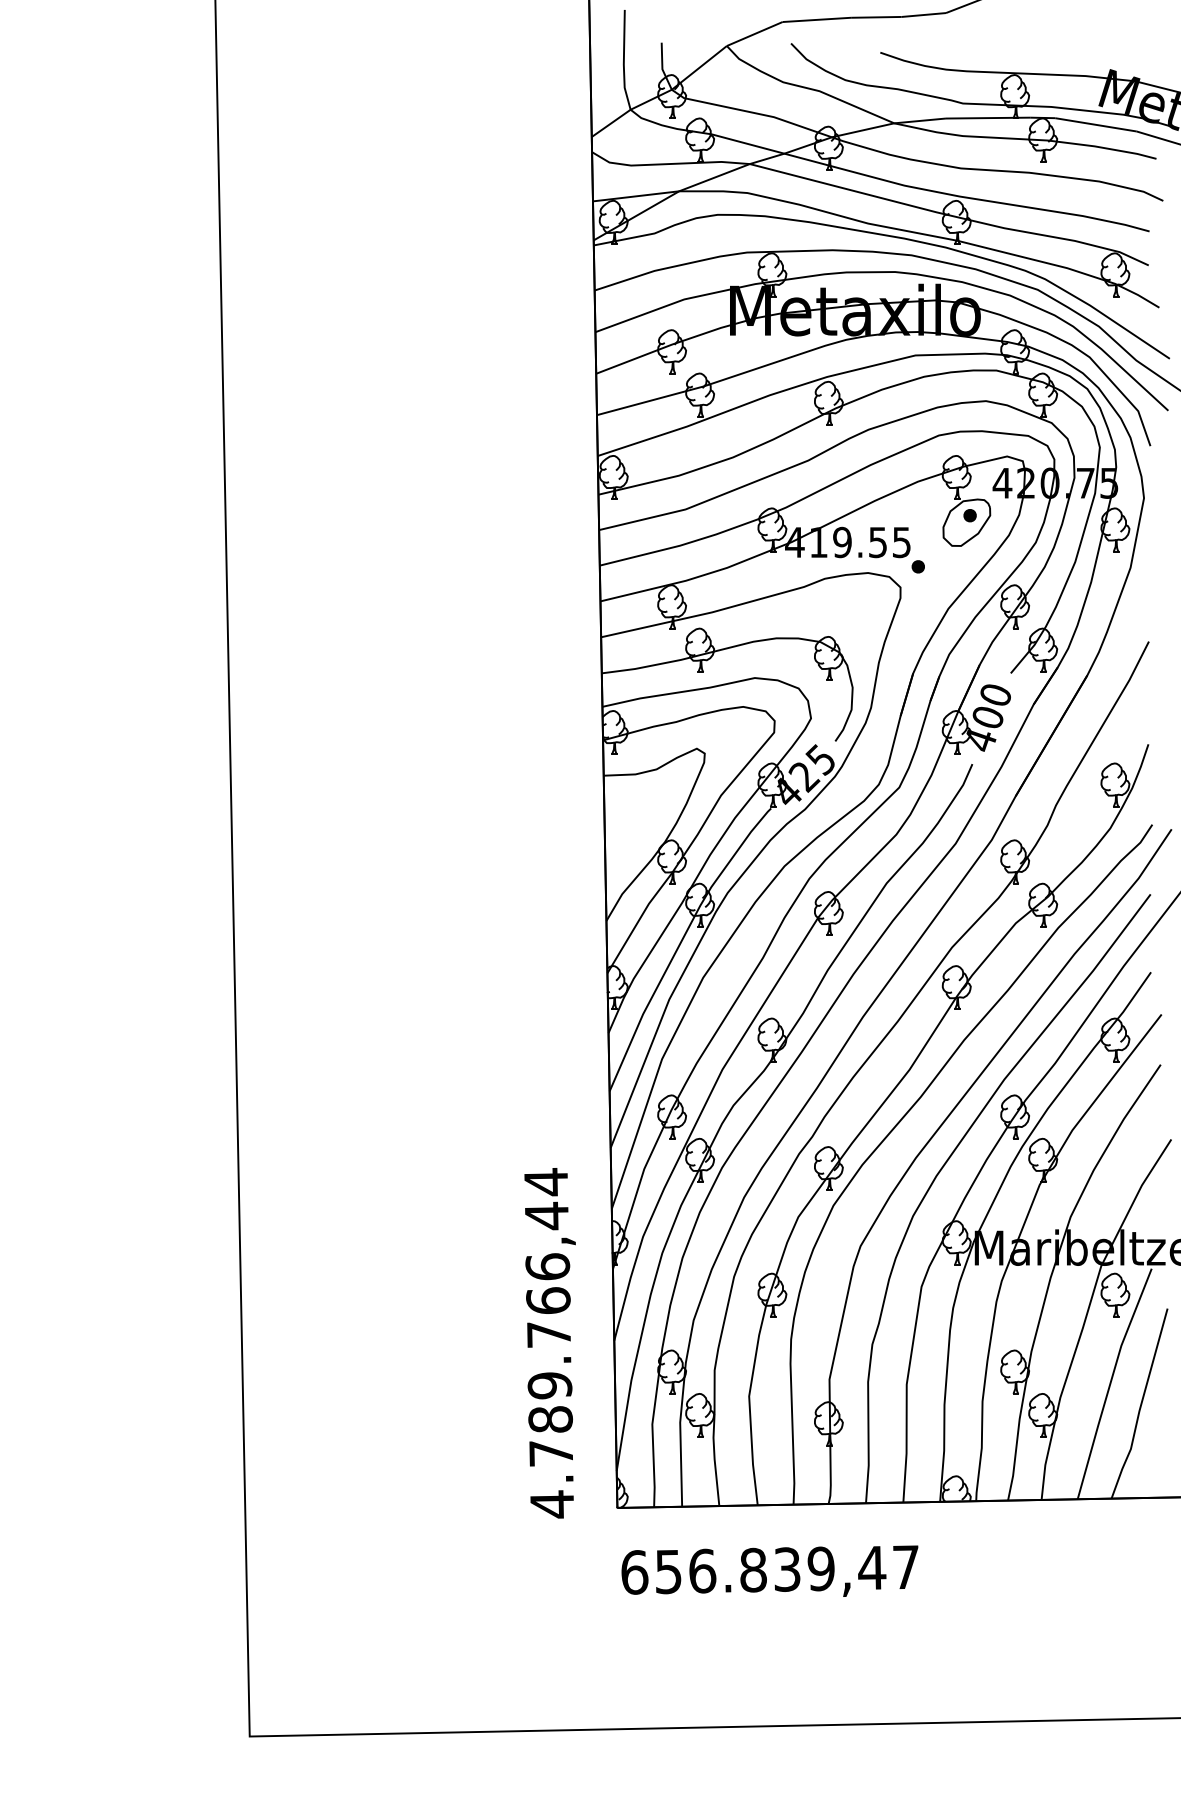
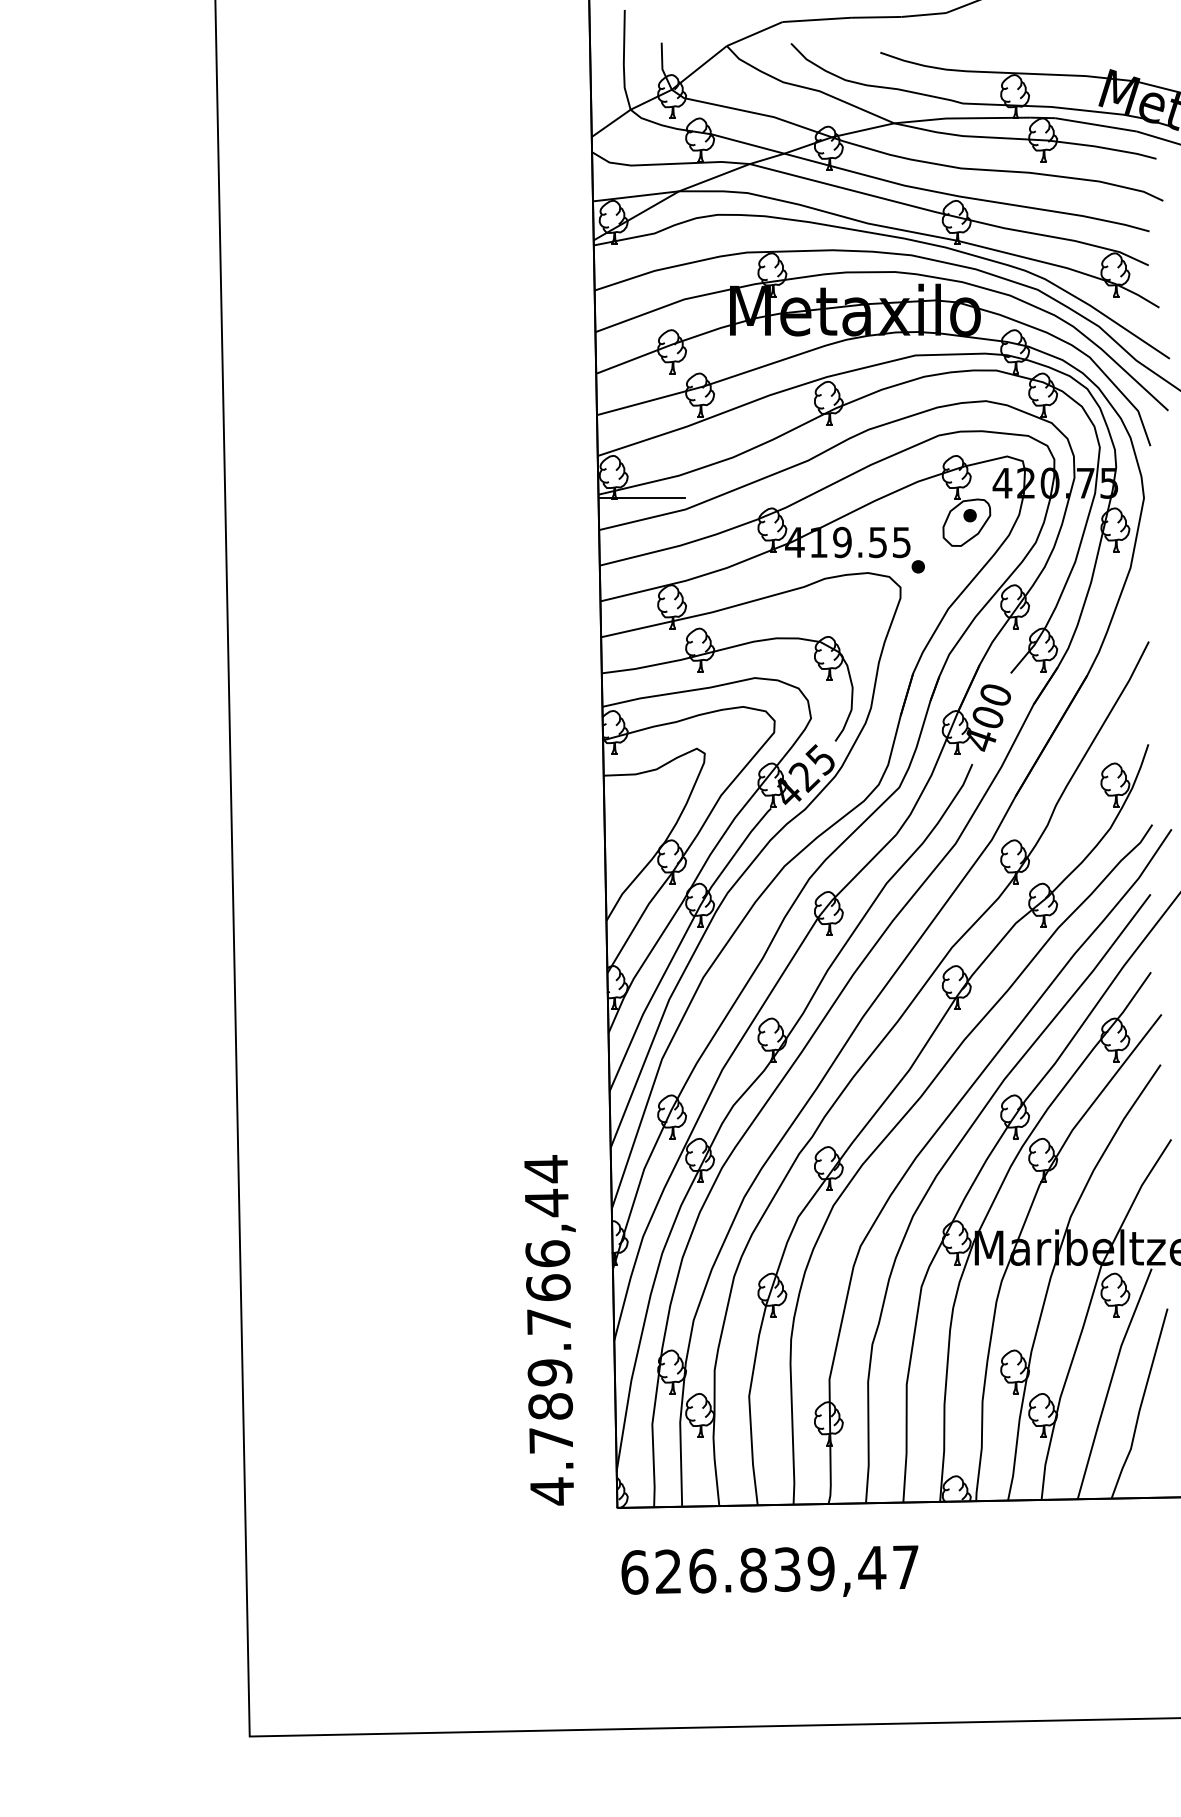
line at (641, 498): none -> present
text at (549, 1343) position: (549, 1343) -> (549, 1330)
text at (668, 1571): 656.839,47 -> 626.839,47
